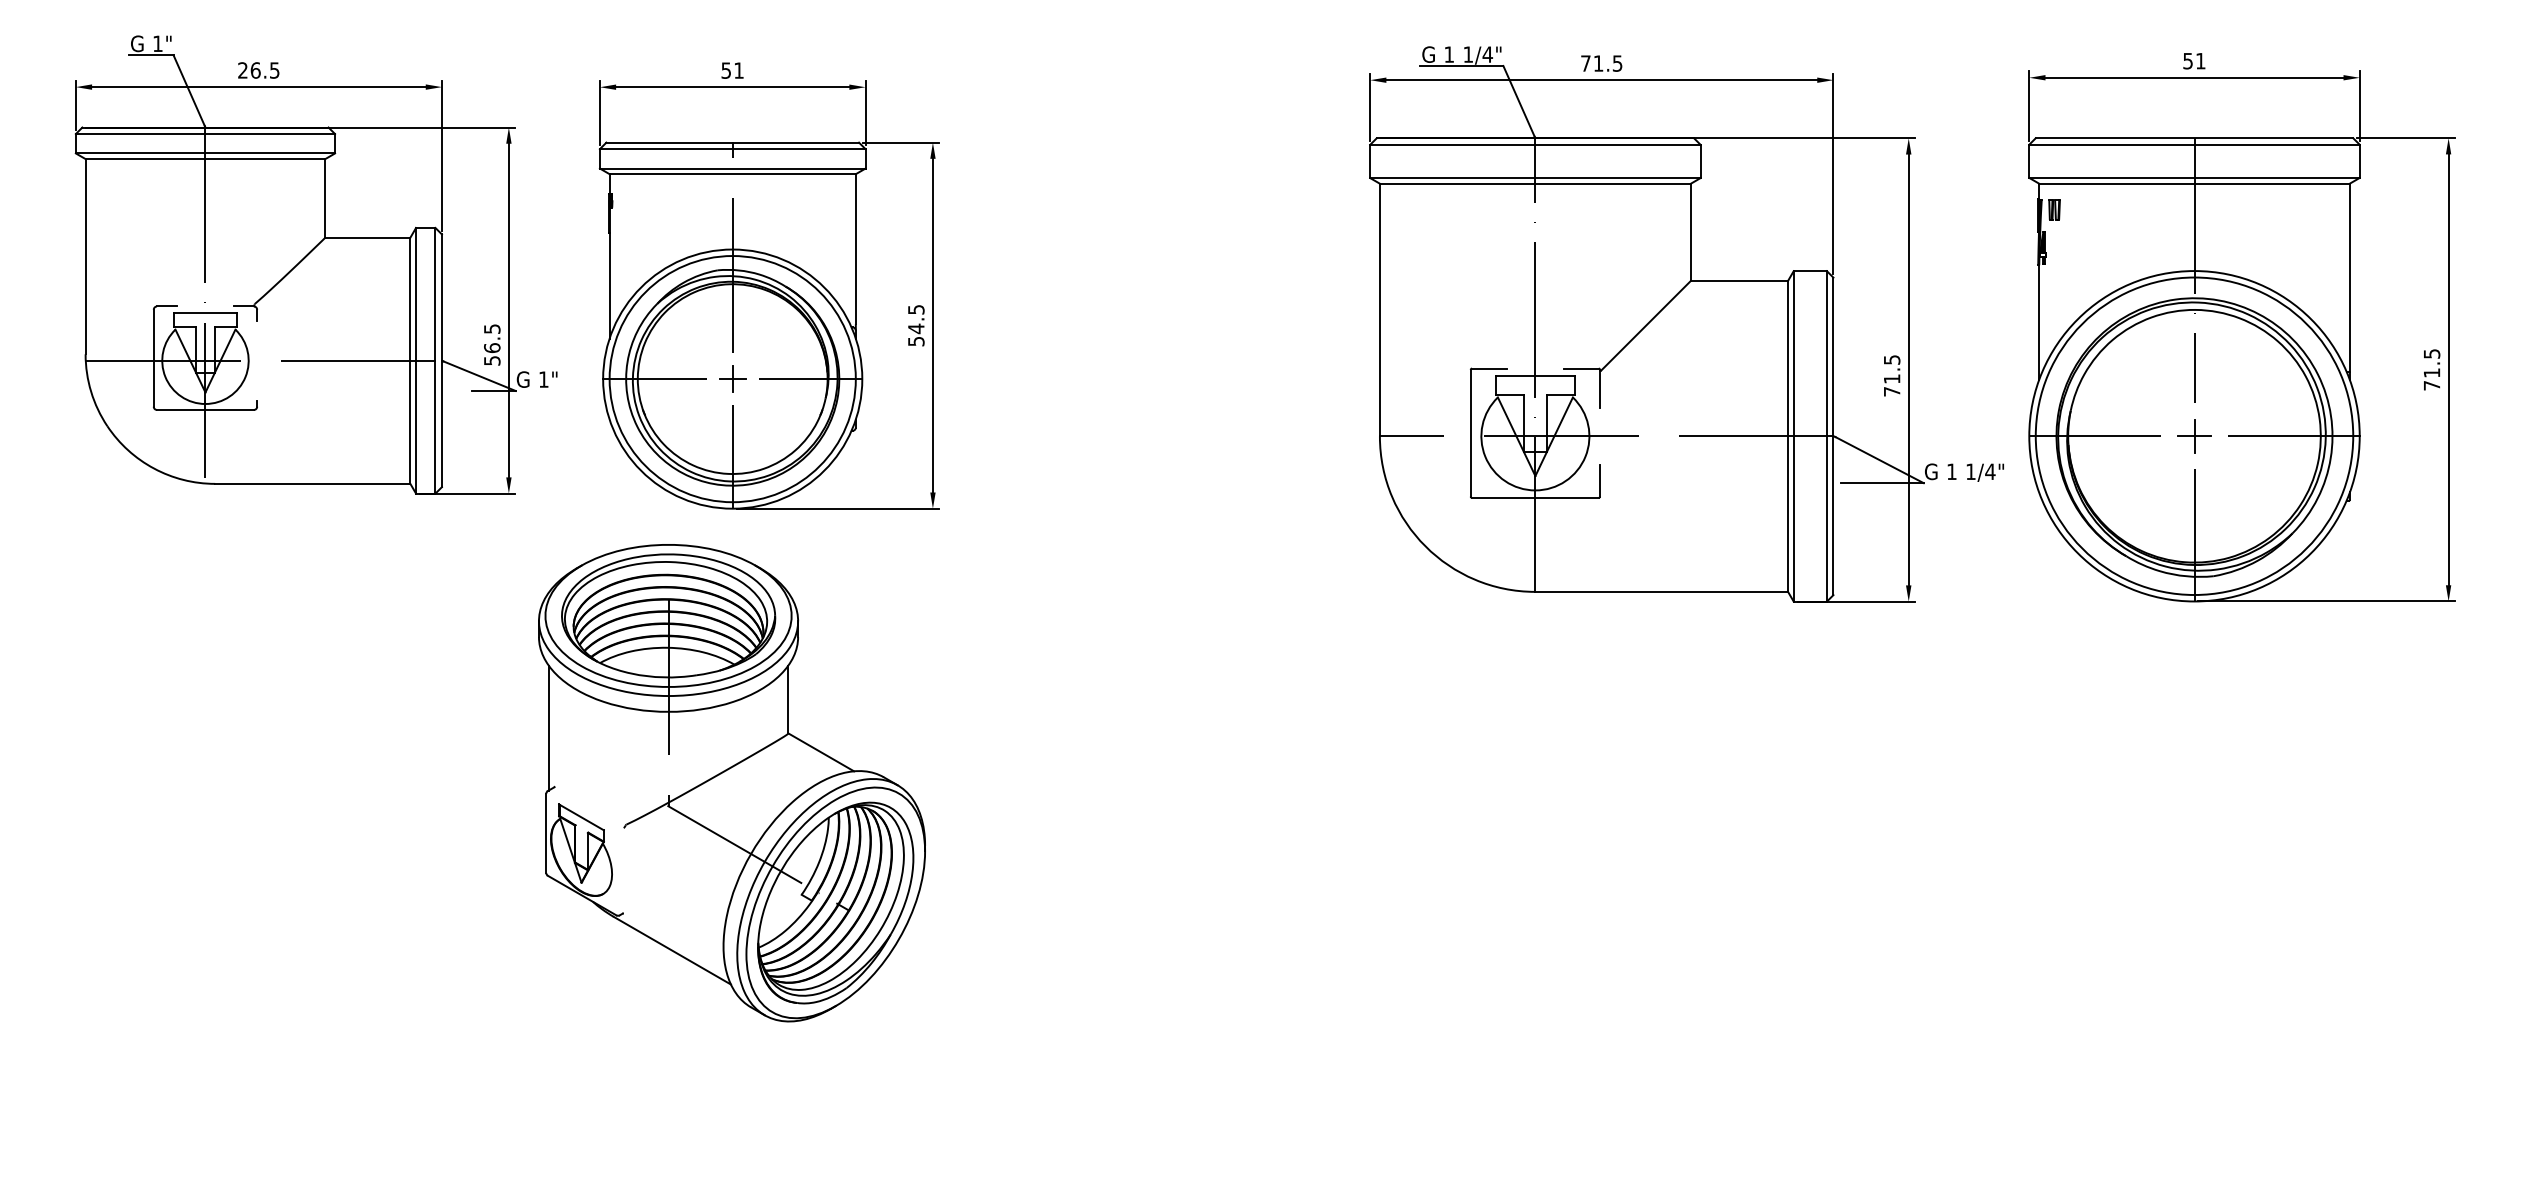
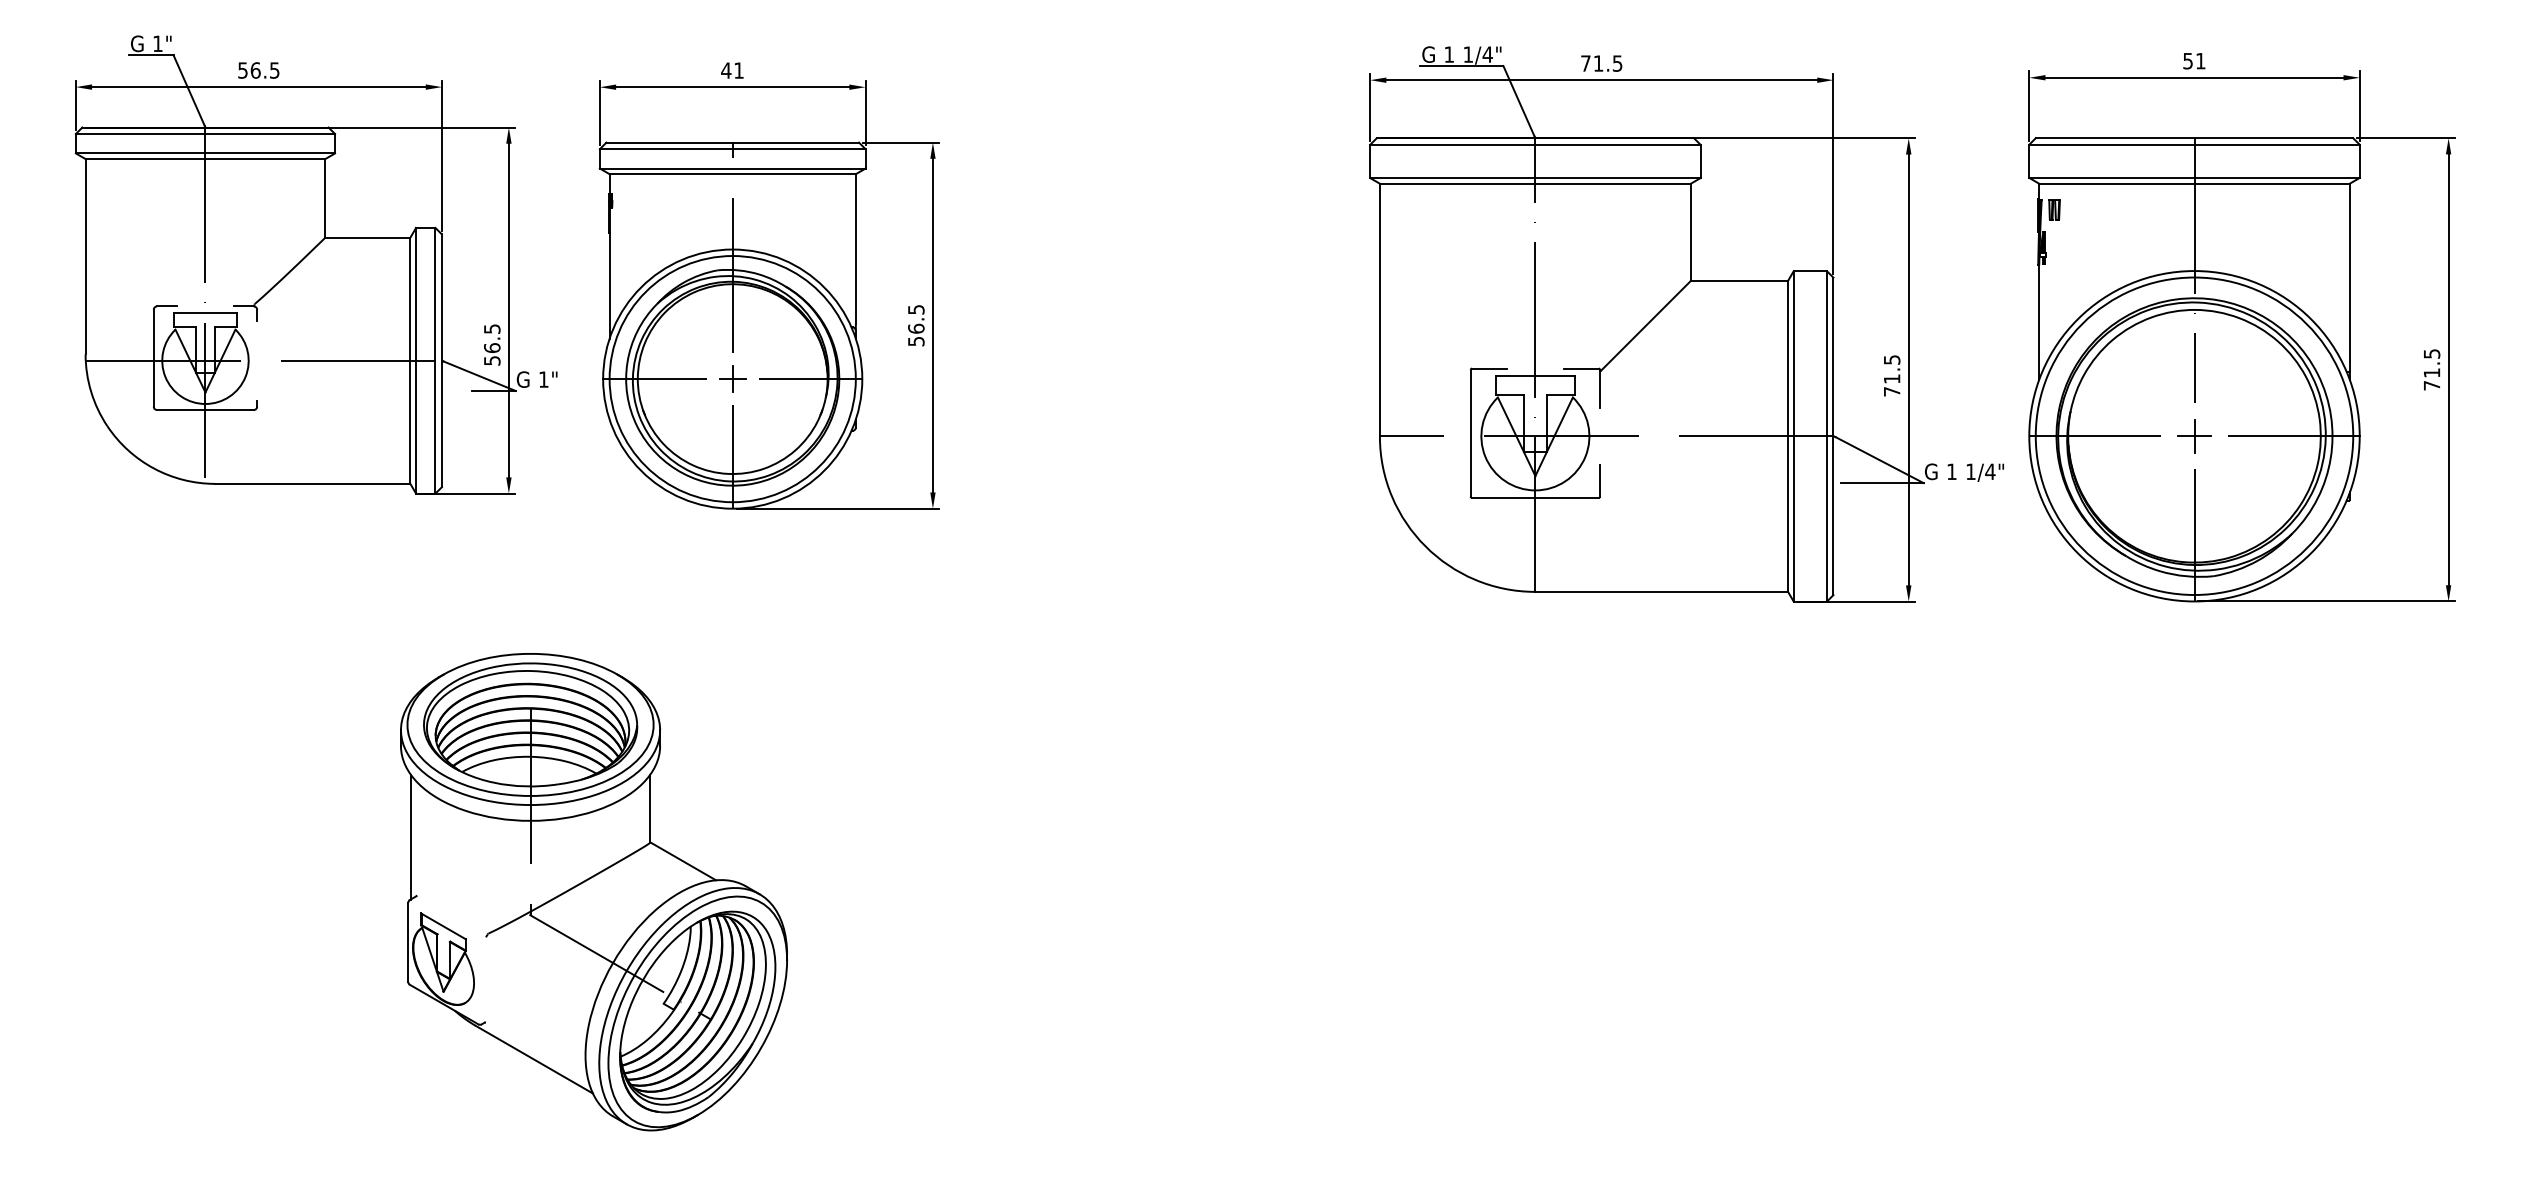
text at (242, 70): 26.5 -> 56.5
text at (726, 70): 51 -> 41
text at (916, 328): 54.5 -> 56.5
part at (731, 783) position: (731, 783) -> (593, 892)
